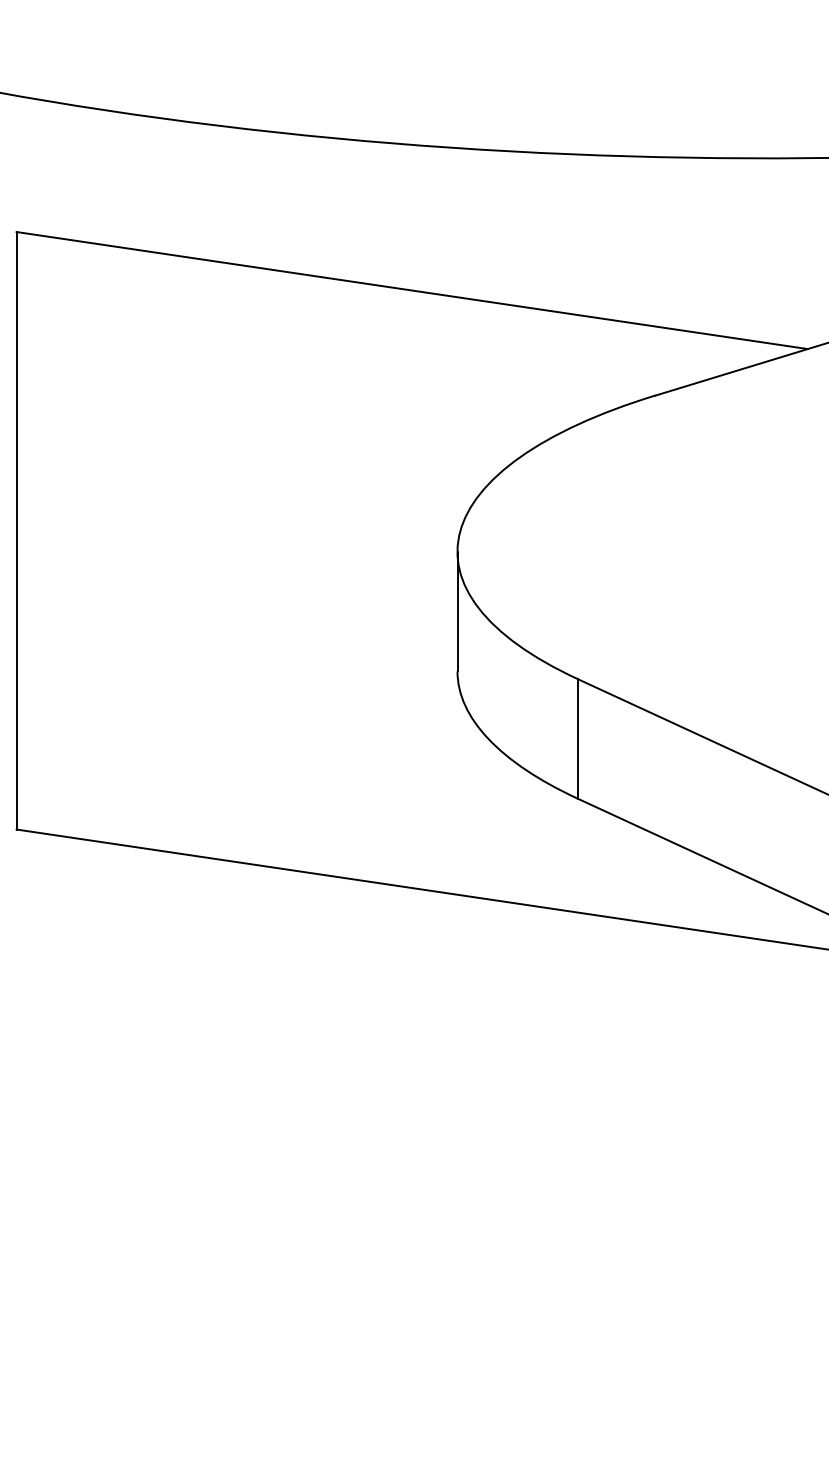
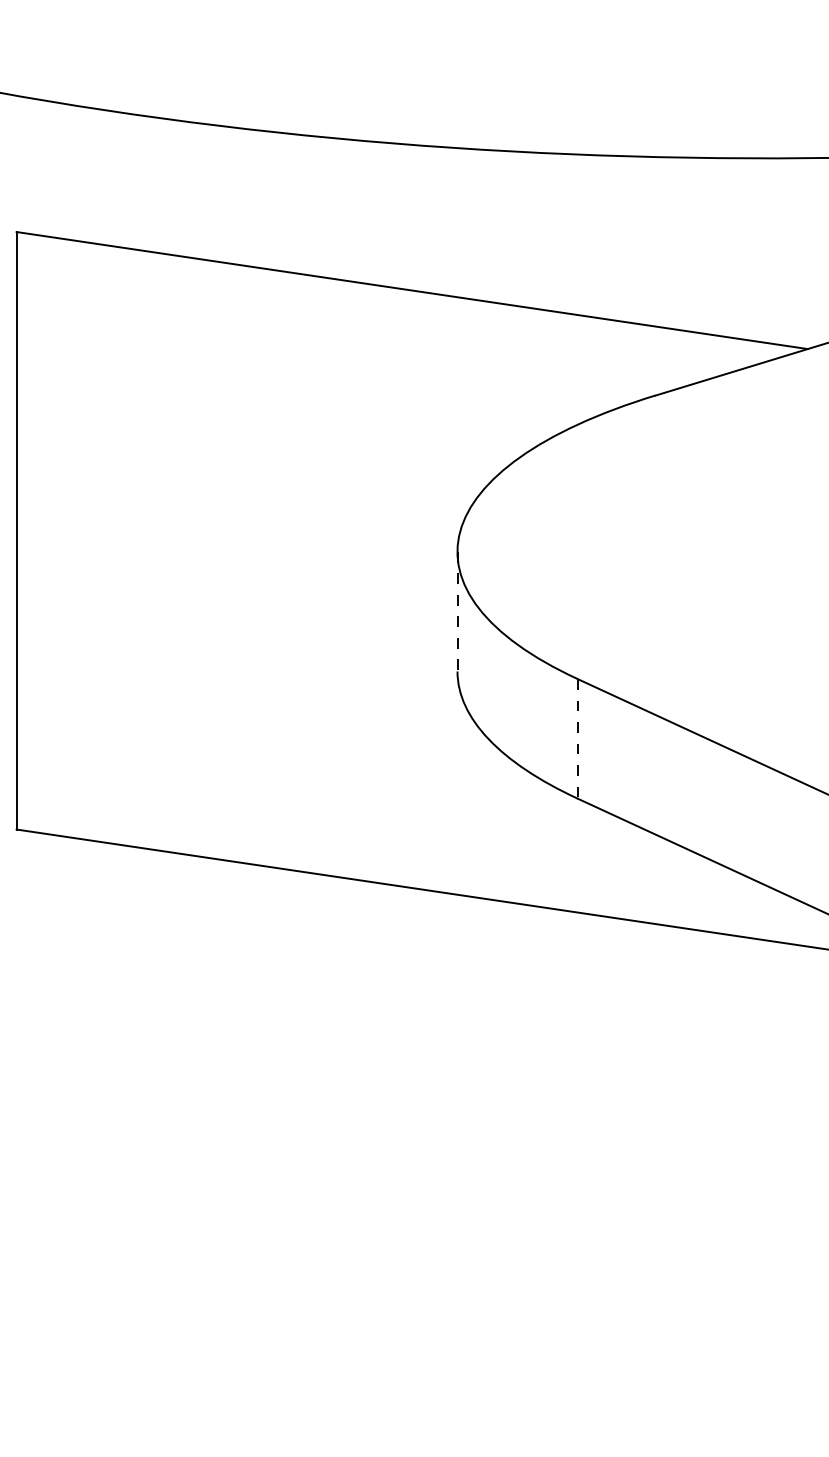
line at (457, 611): solid -> dashed
line at (578, 739): solid -> dashed
